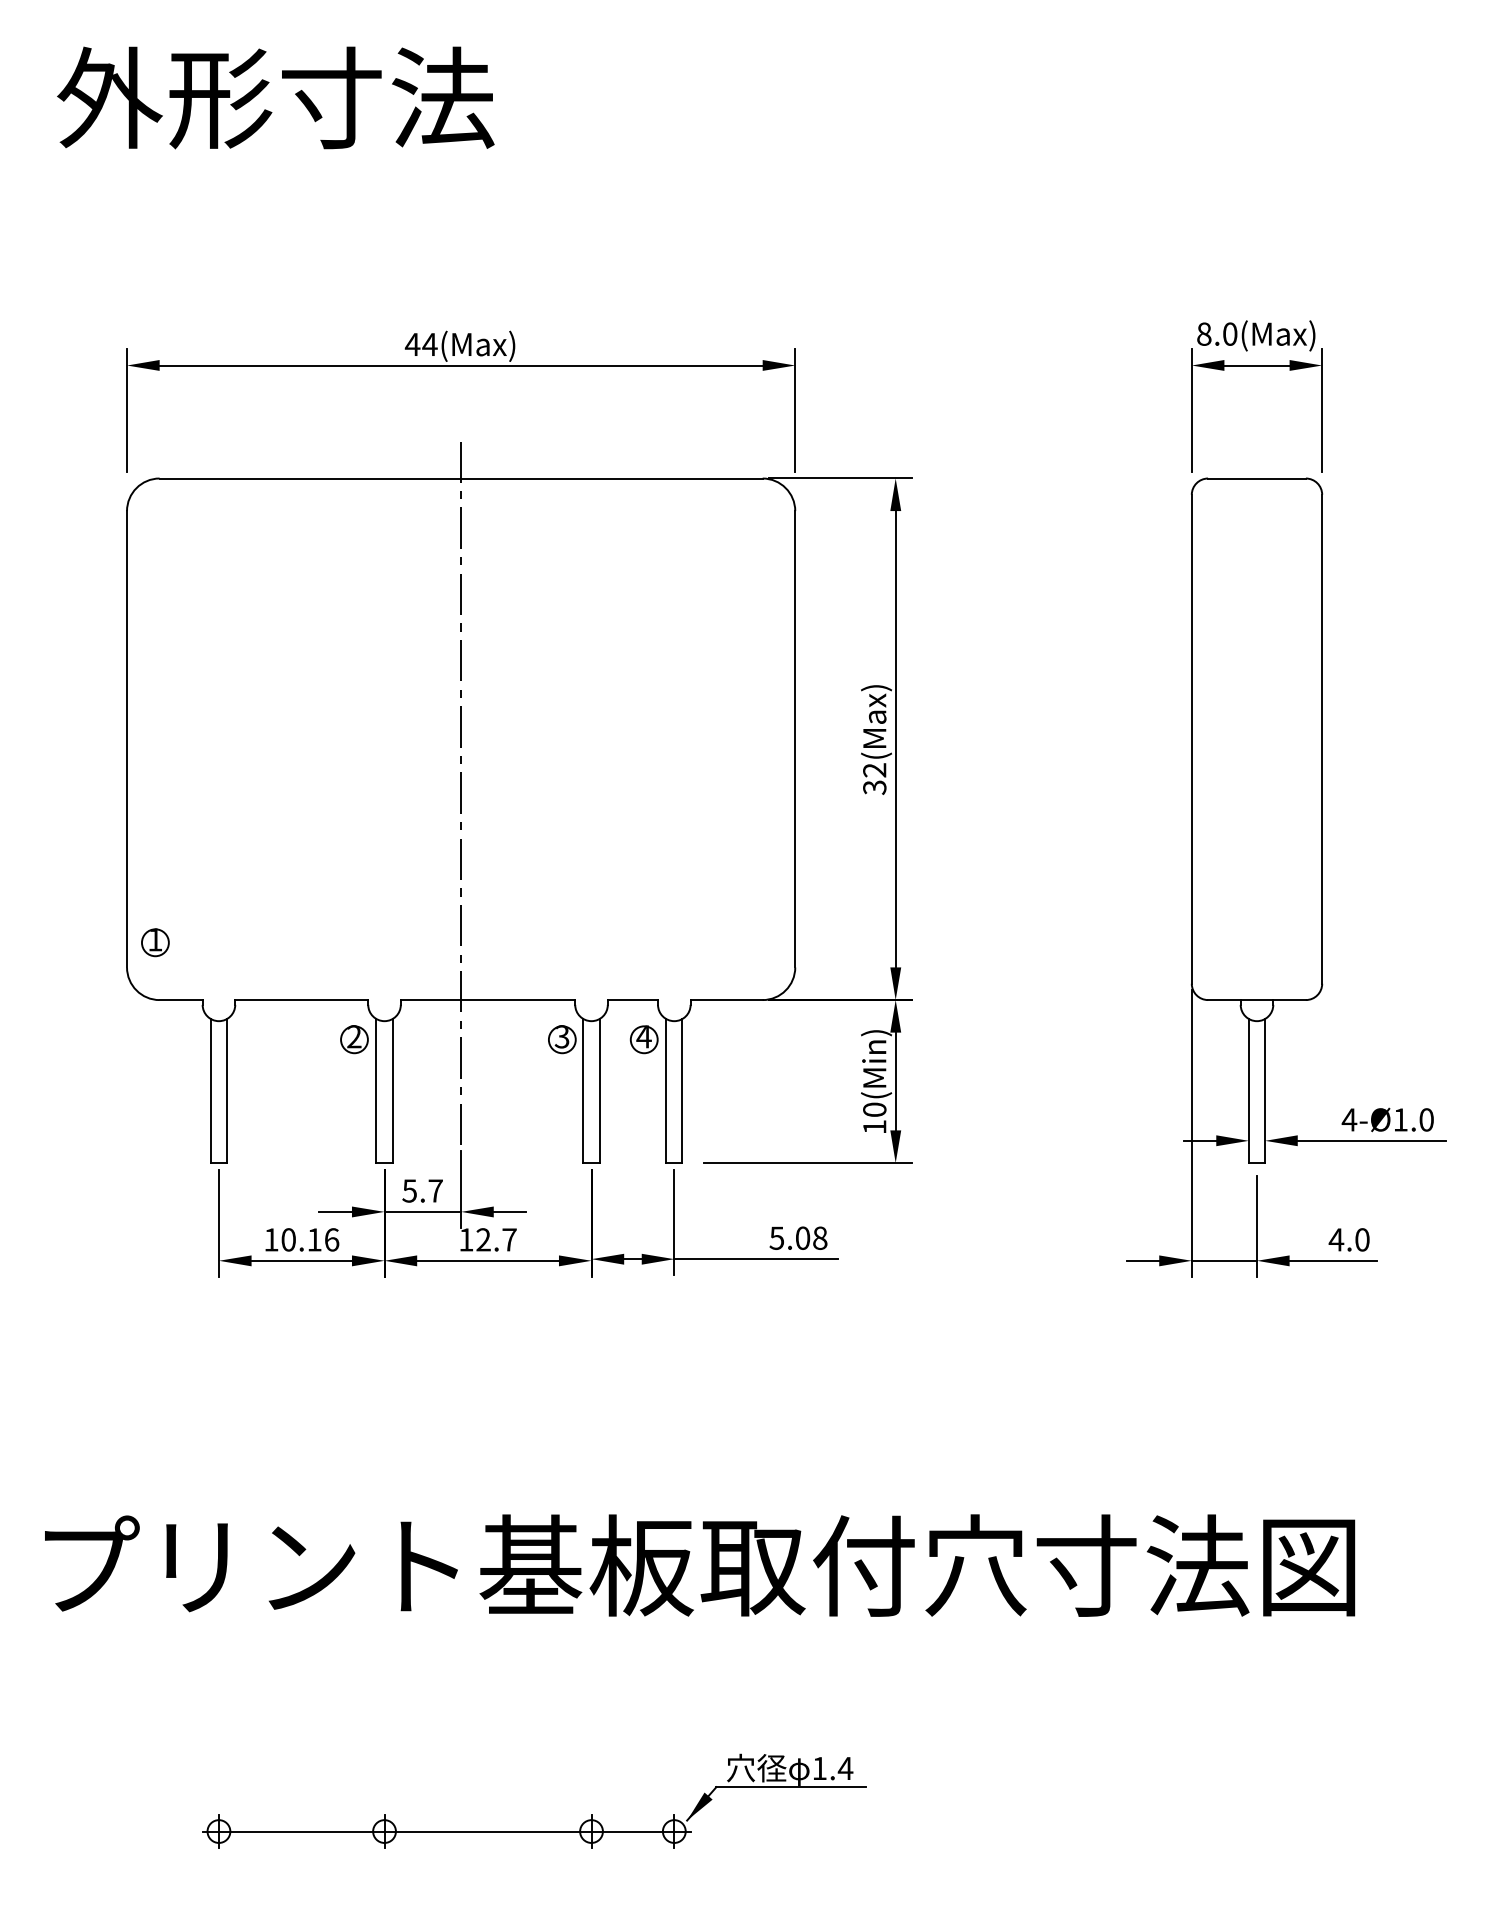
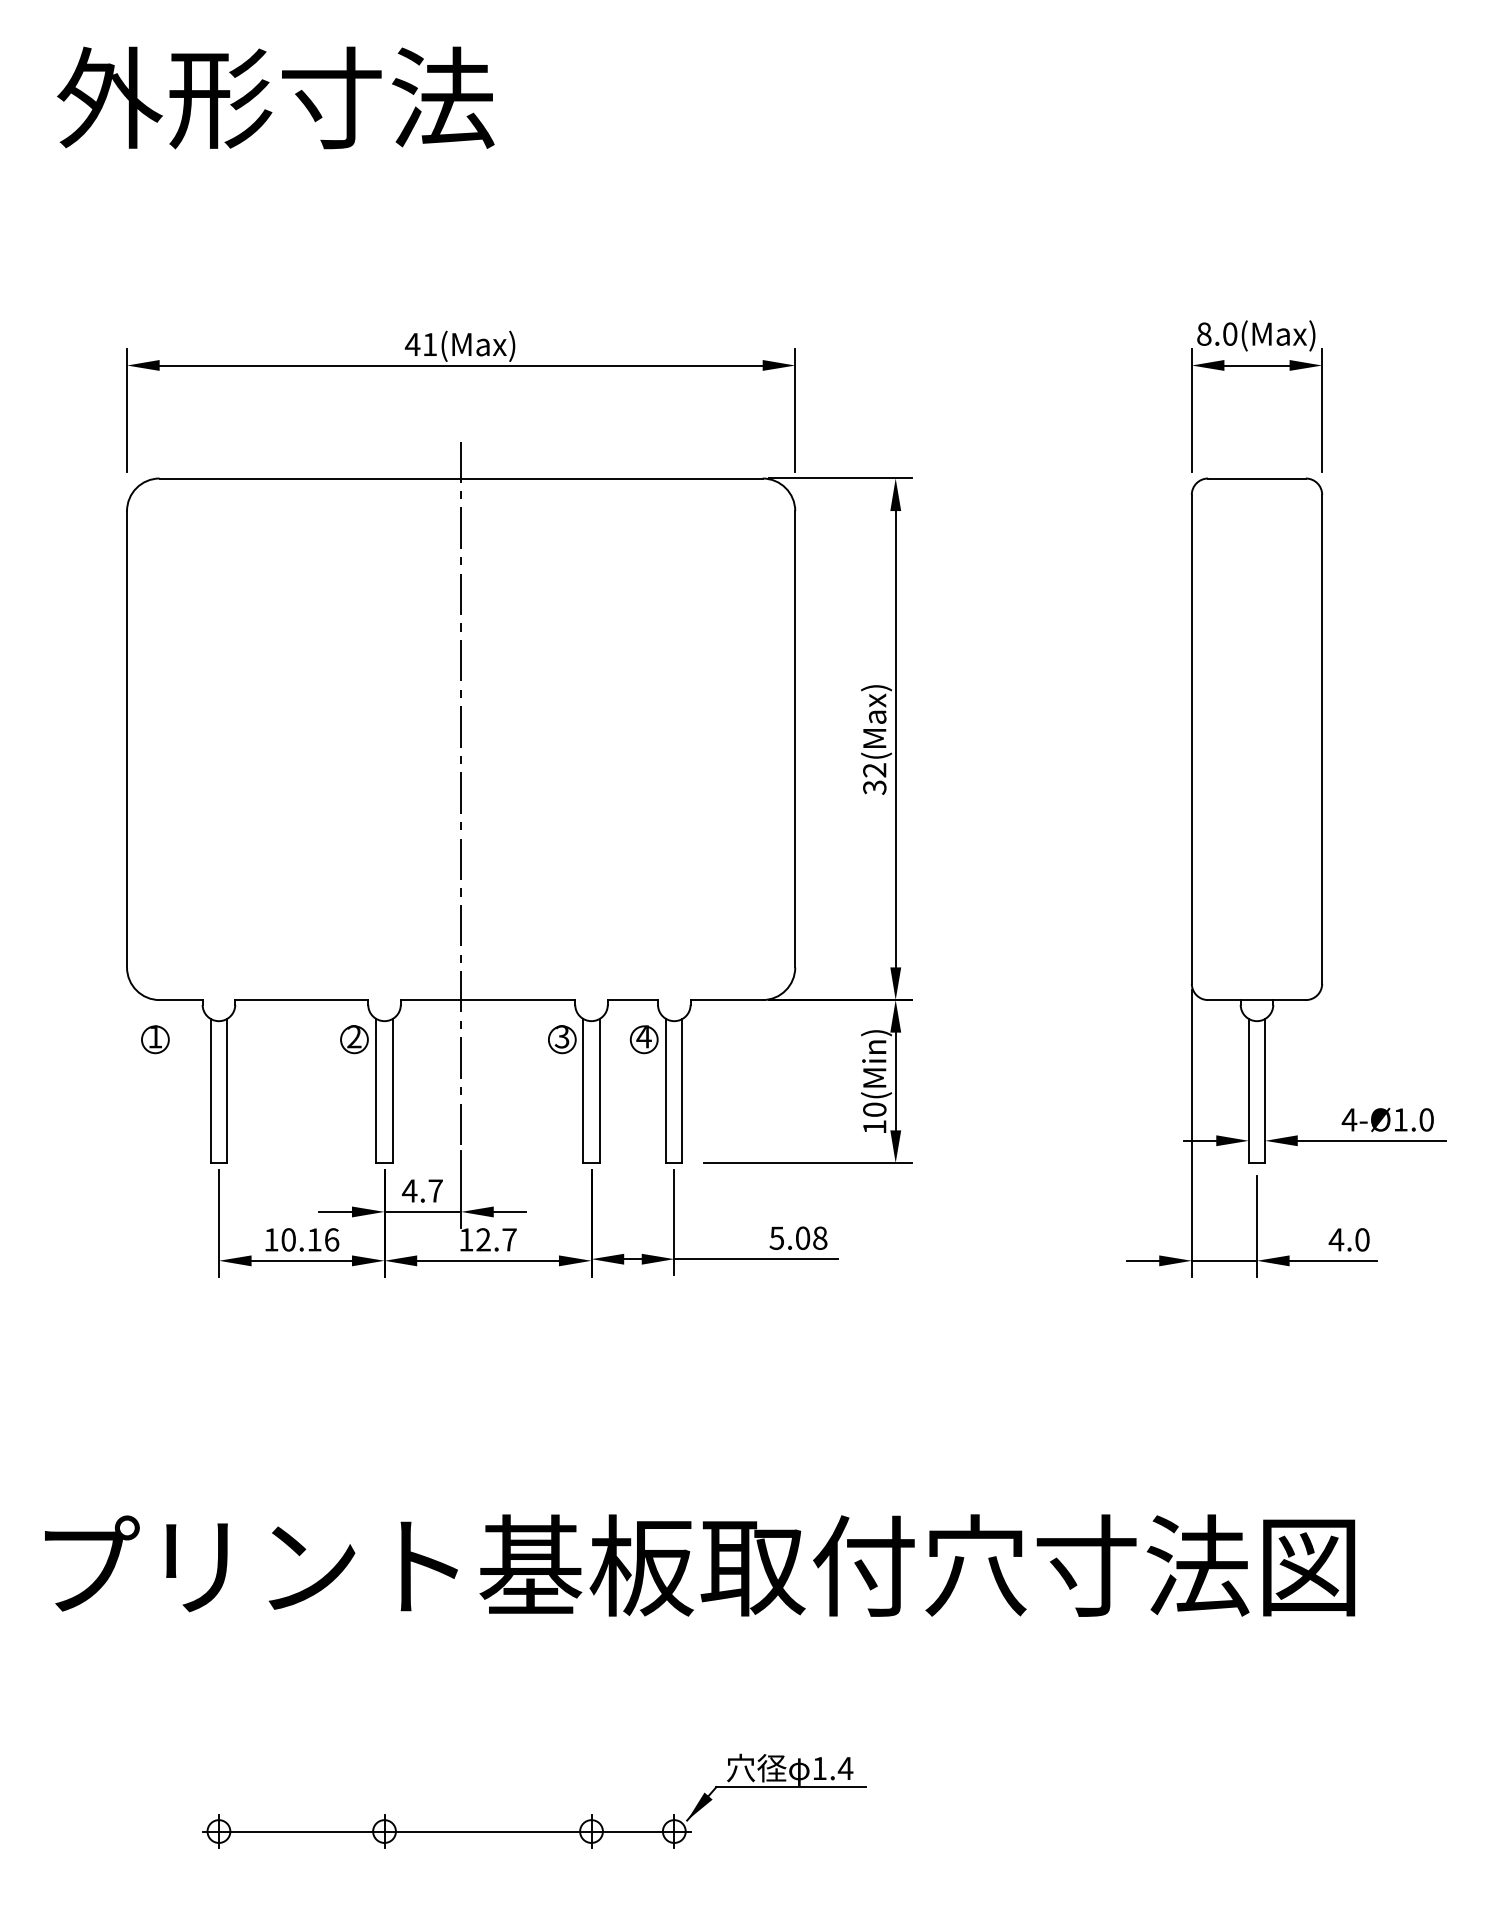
text at (429, 344): 44(Max) -> 41(Max)
part at (155, 942) position: (155, 942) -> (155, 1039)
text at (409, 1190): 5.7 -> 4.7
